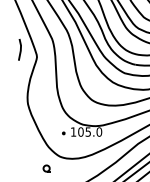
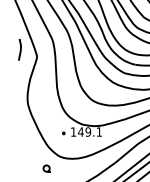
text at (89, 131): 105.0 -> 149.1
